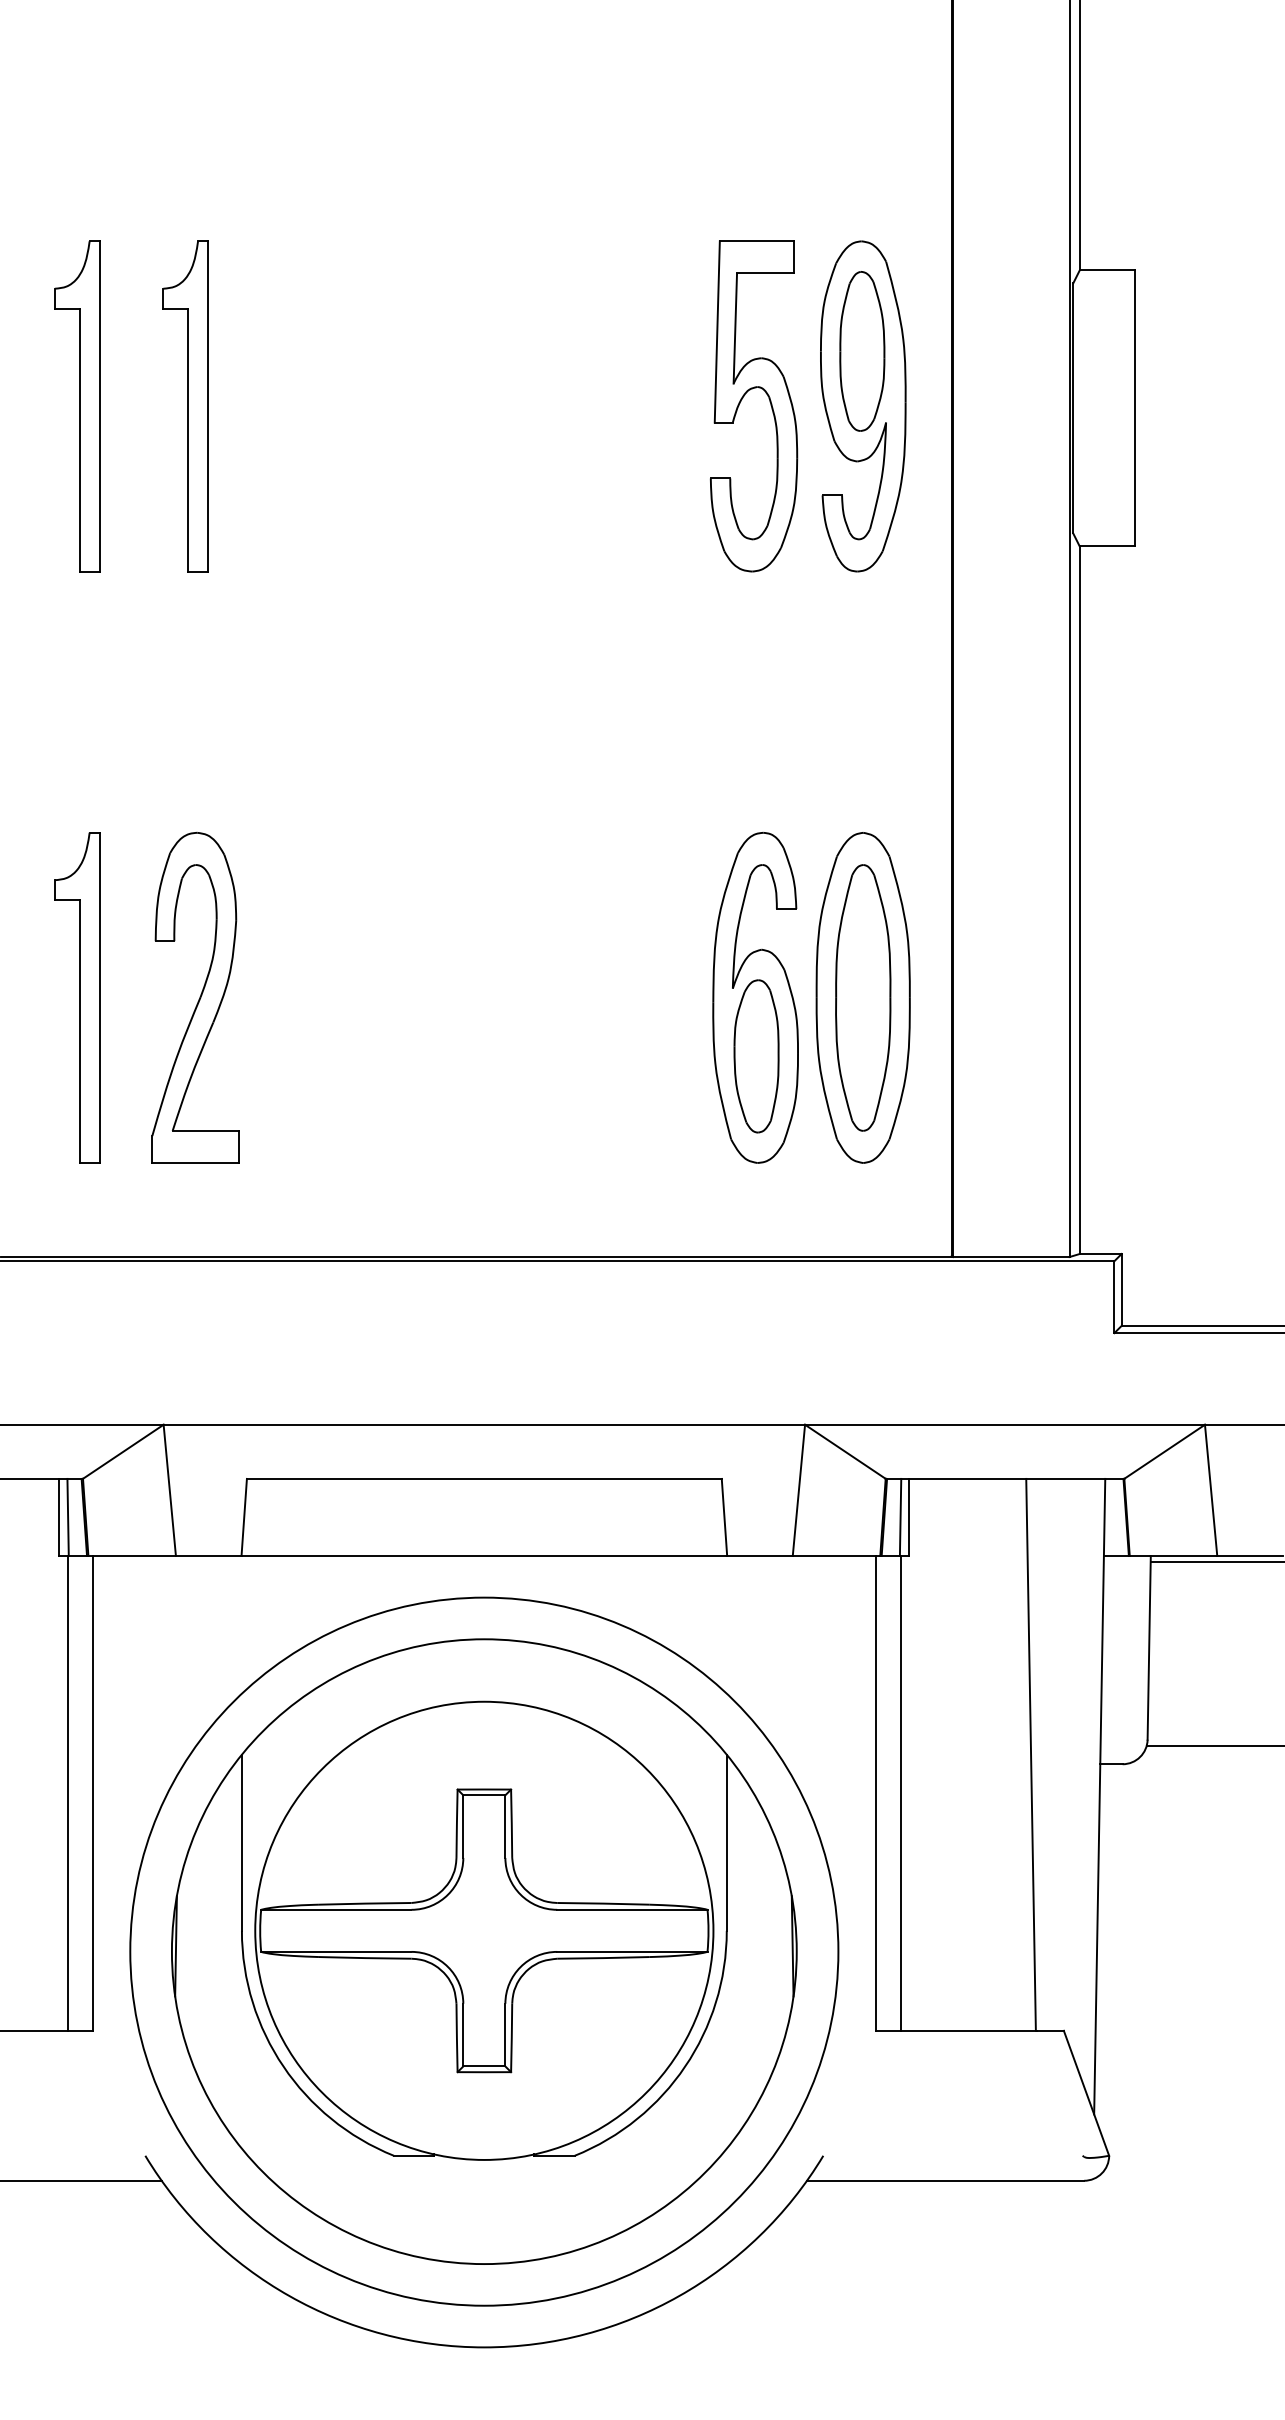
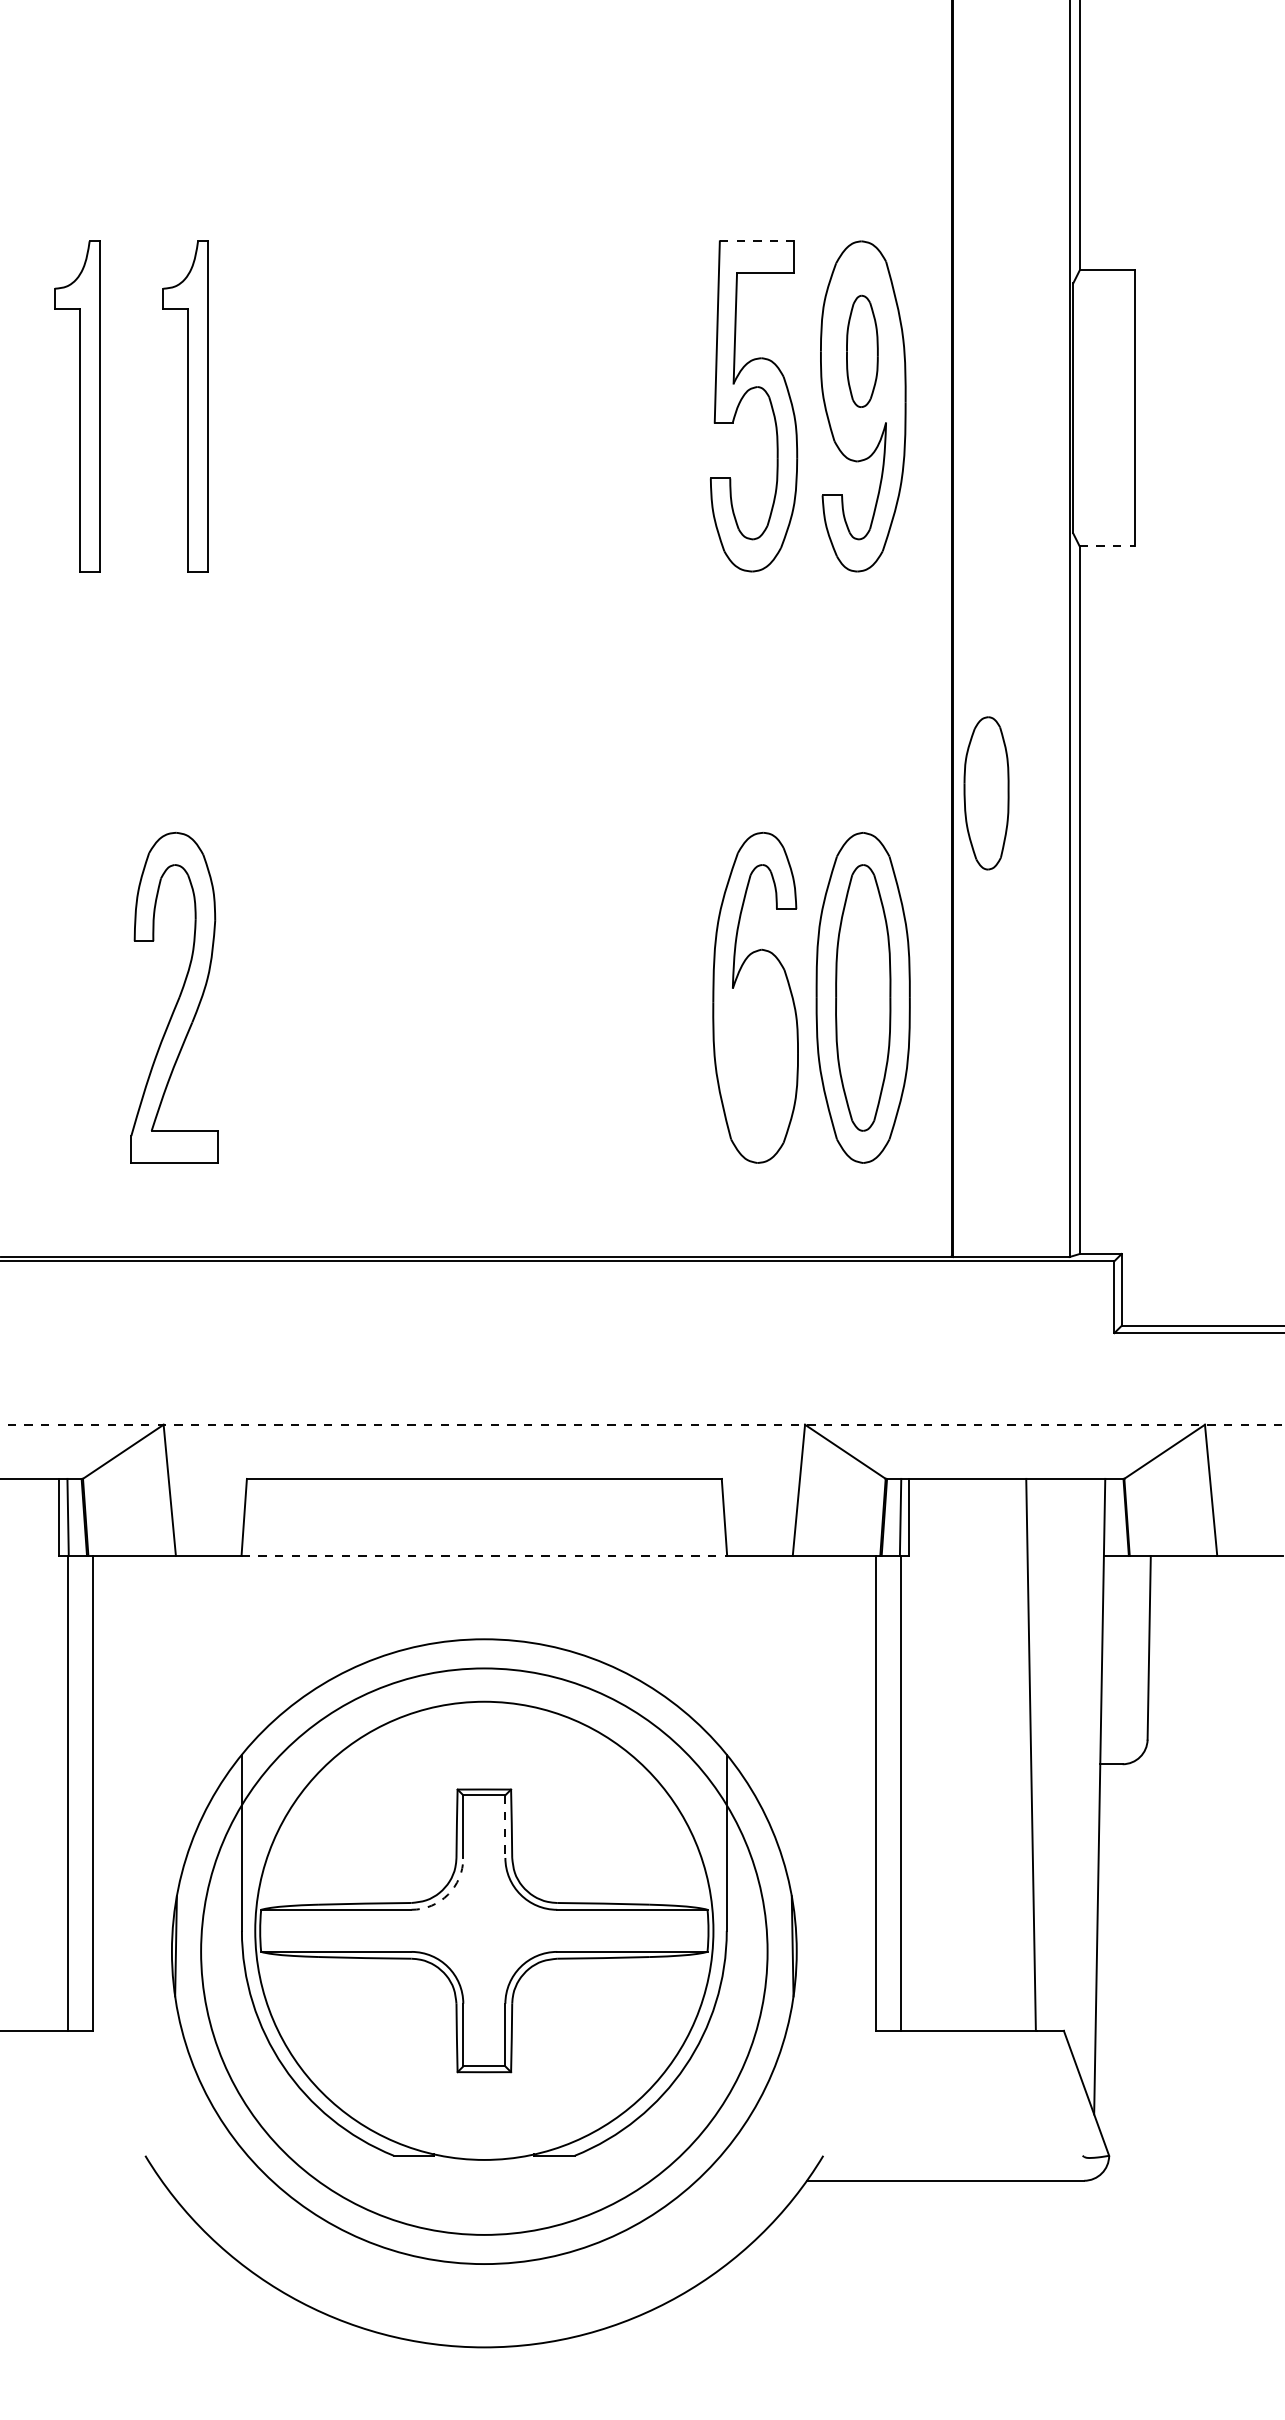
line at (756, 241): solid -> dashed
part at (862, 351) size: 47x161 px -> 33x114 px
line at (1107, 546): solid -> dashed
part at (77, 997): present -> none
part at (195, 997) position: (195, 997) -> (174, 997)
part at (756, 1056) position: (756, 1056) -> (986, 793)
line at (642, 1424): solid -> dashed
line at (484, 1555): solid -> dashed
line at (1215, 1562): present -> none
line at (1213, 1745): present -> none
line at (505, 1827): solid -> dashed
arc at (448, 1894): solid -> dashed
circle at (484, 1951) diameter: 708 px -> 566 px
line at (81, 2180): present -> none
